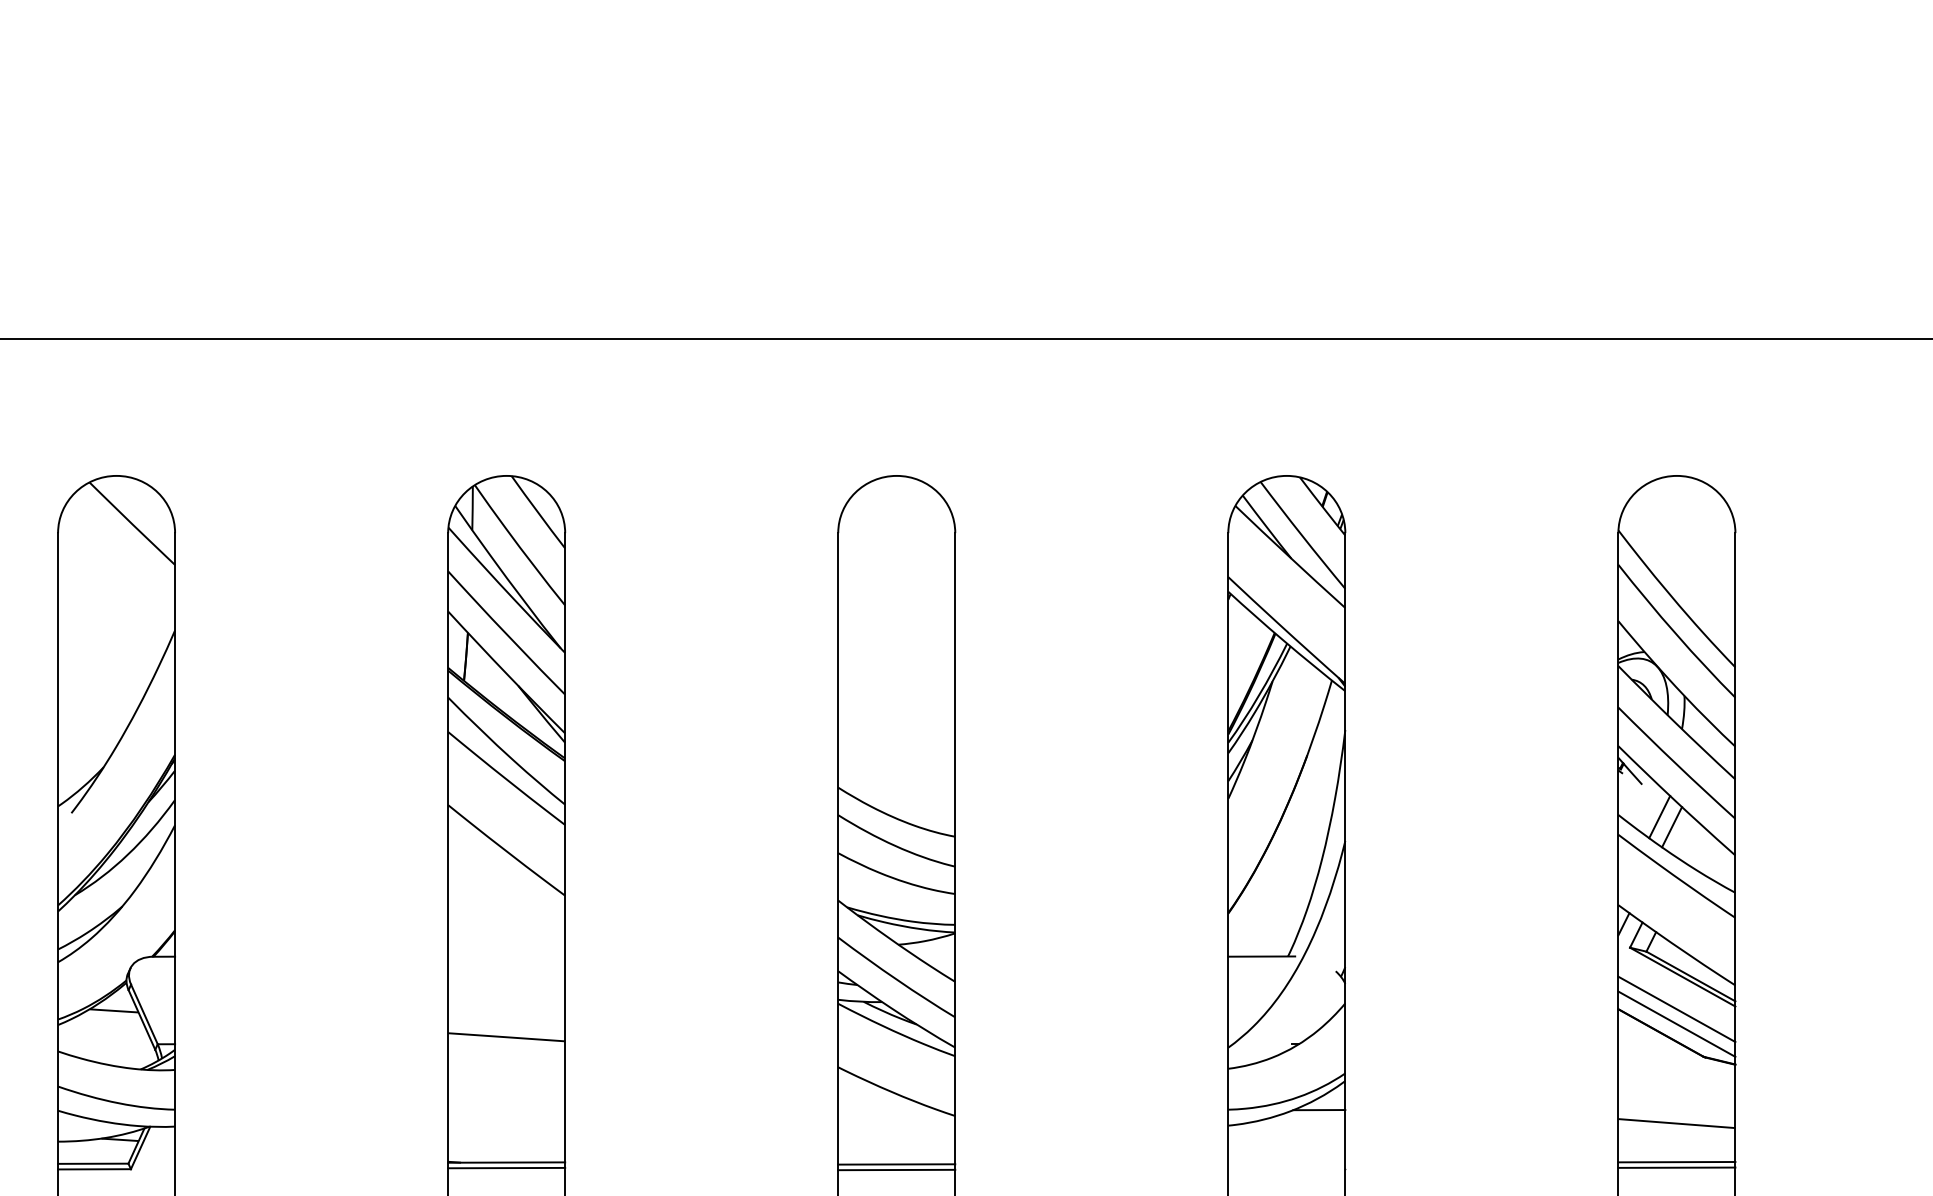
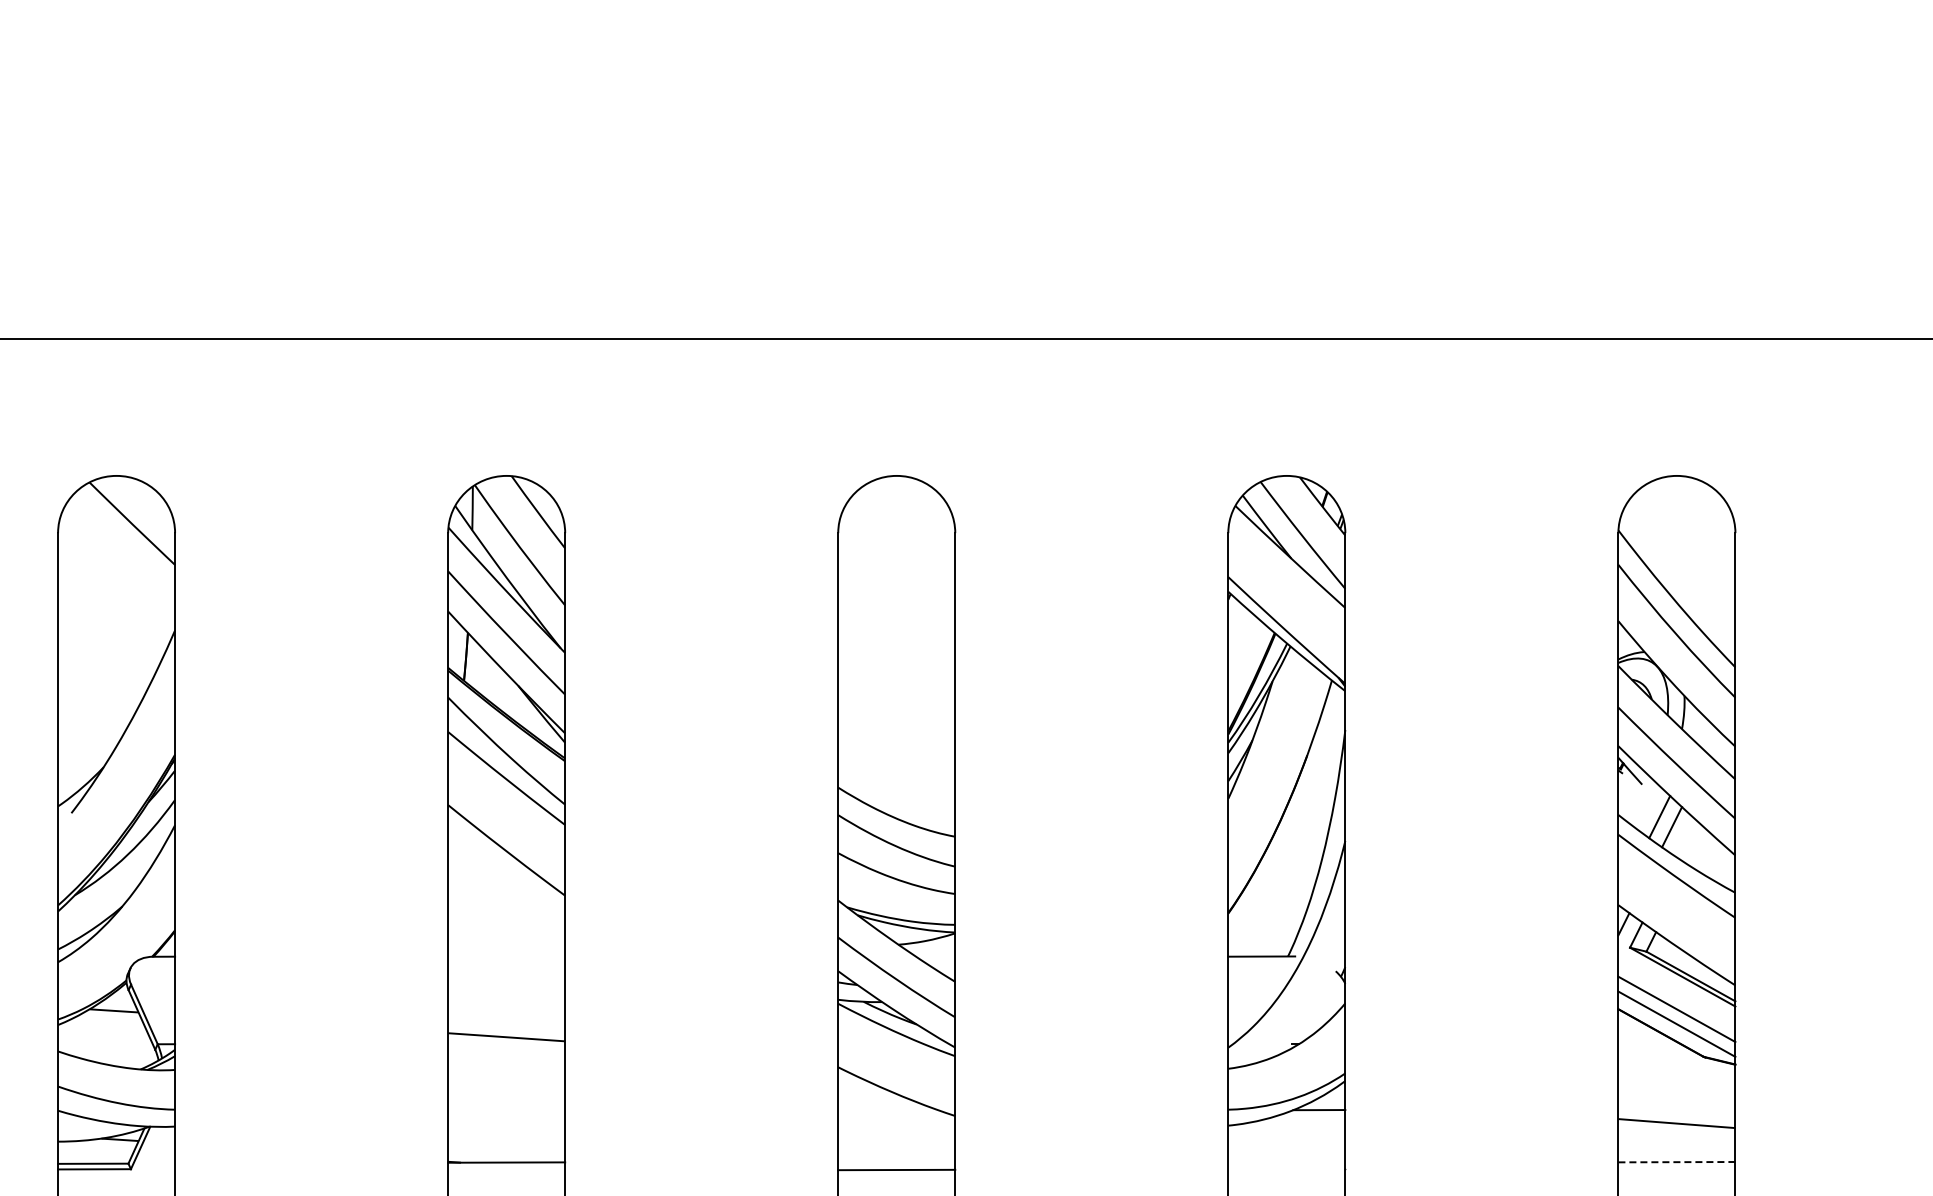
line at (1676, 1162): solid -> dashed
line at (896, 1164): present -> none
line at (506, 1167): present -> none
line at (1676, 1167): present -> none
